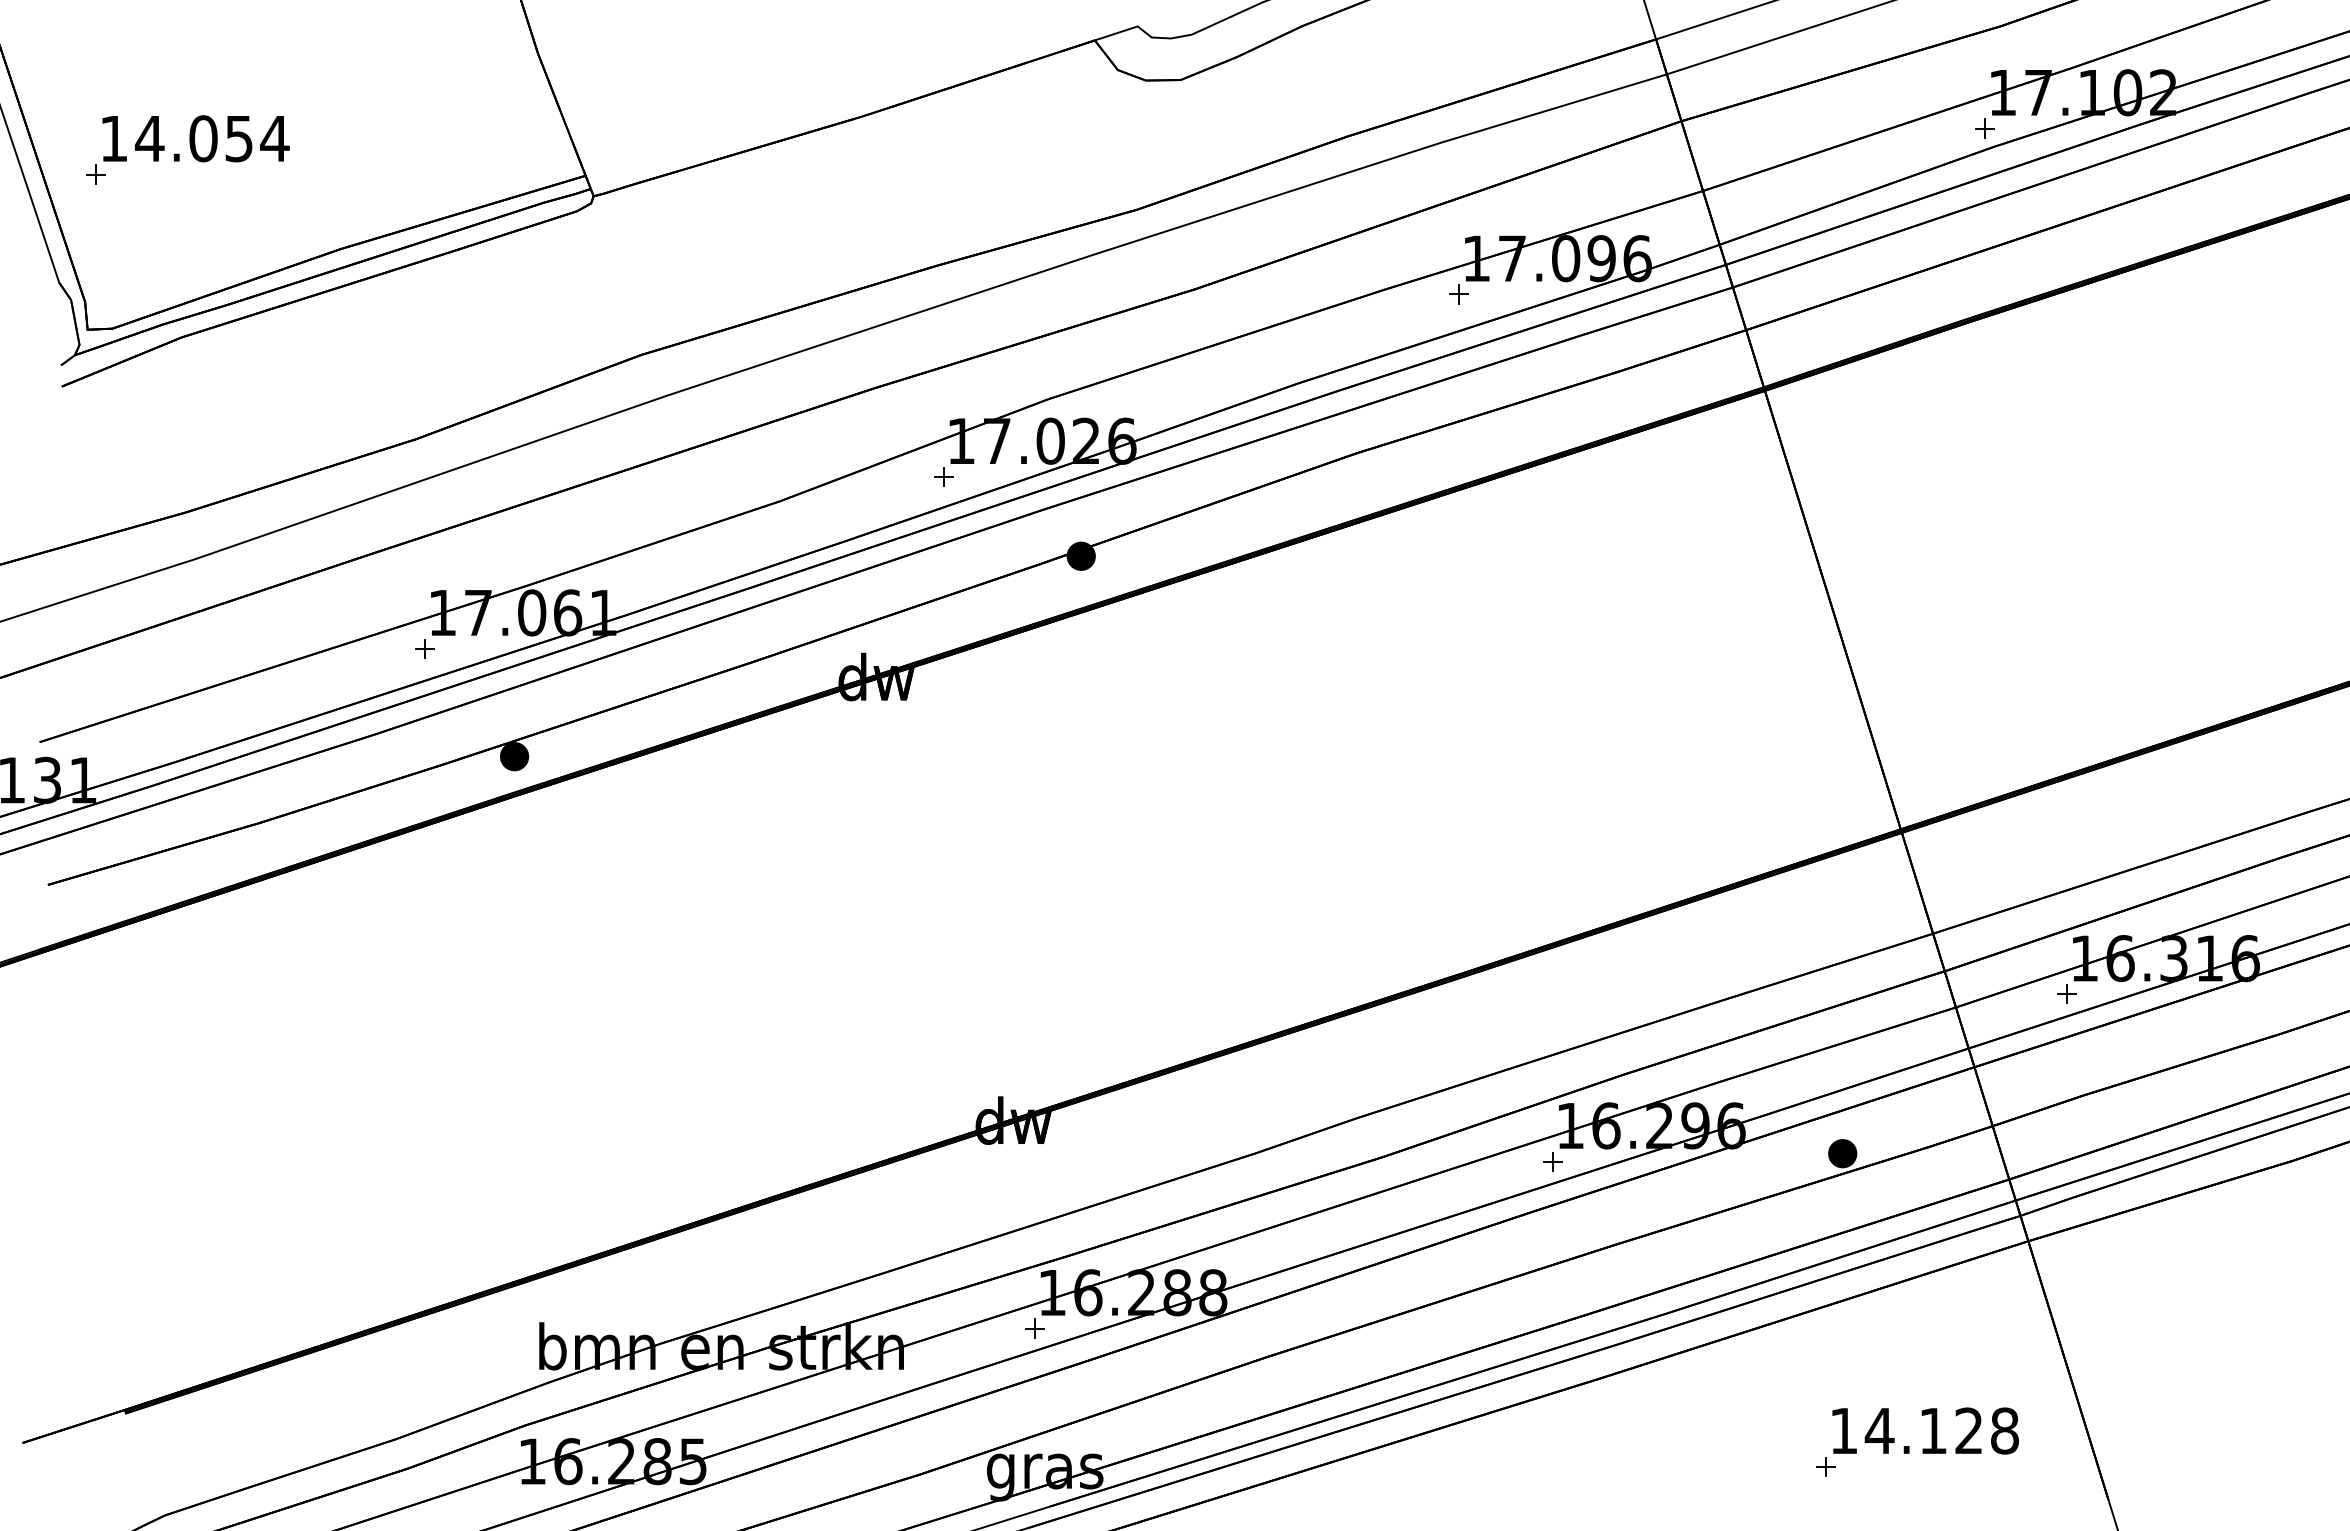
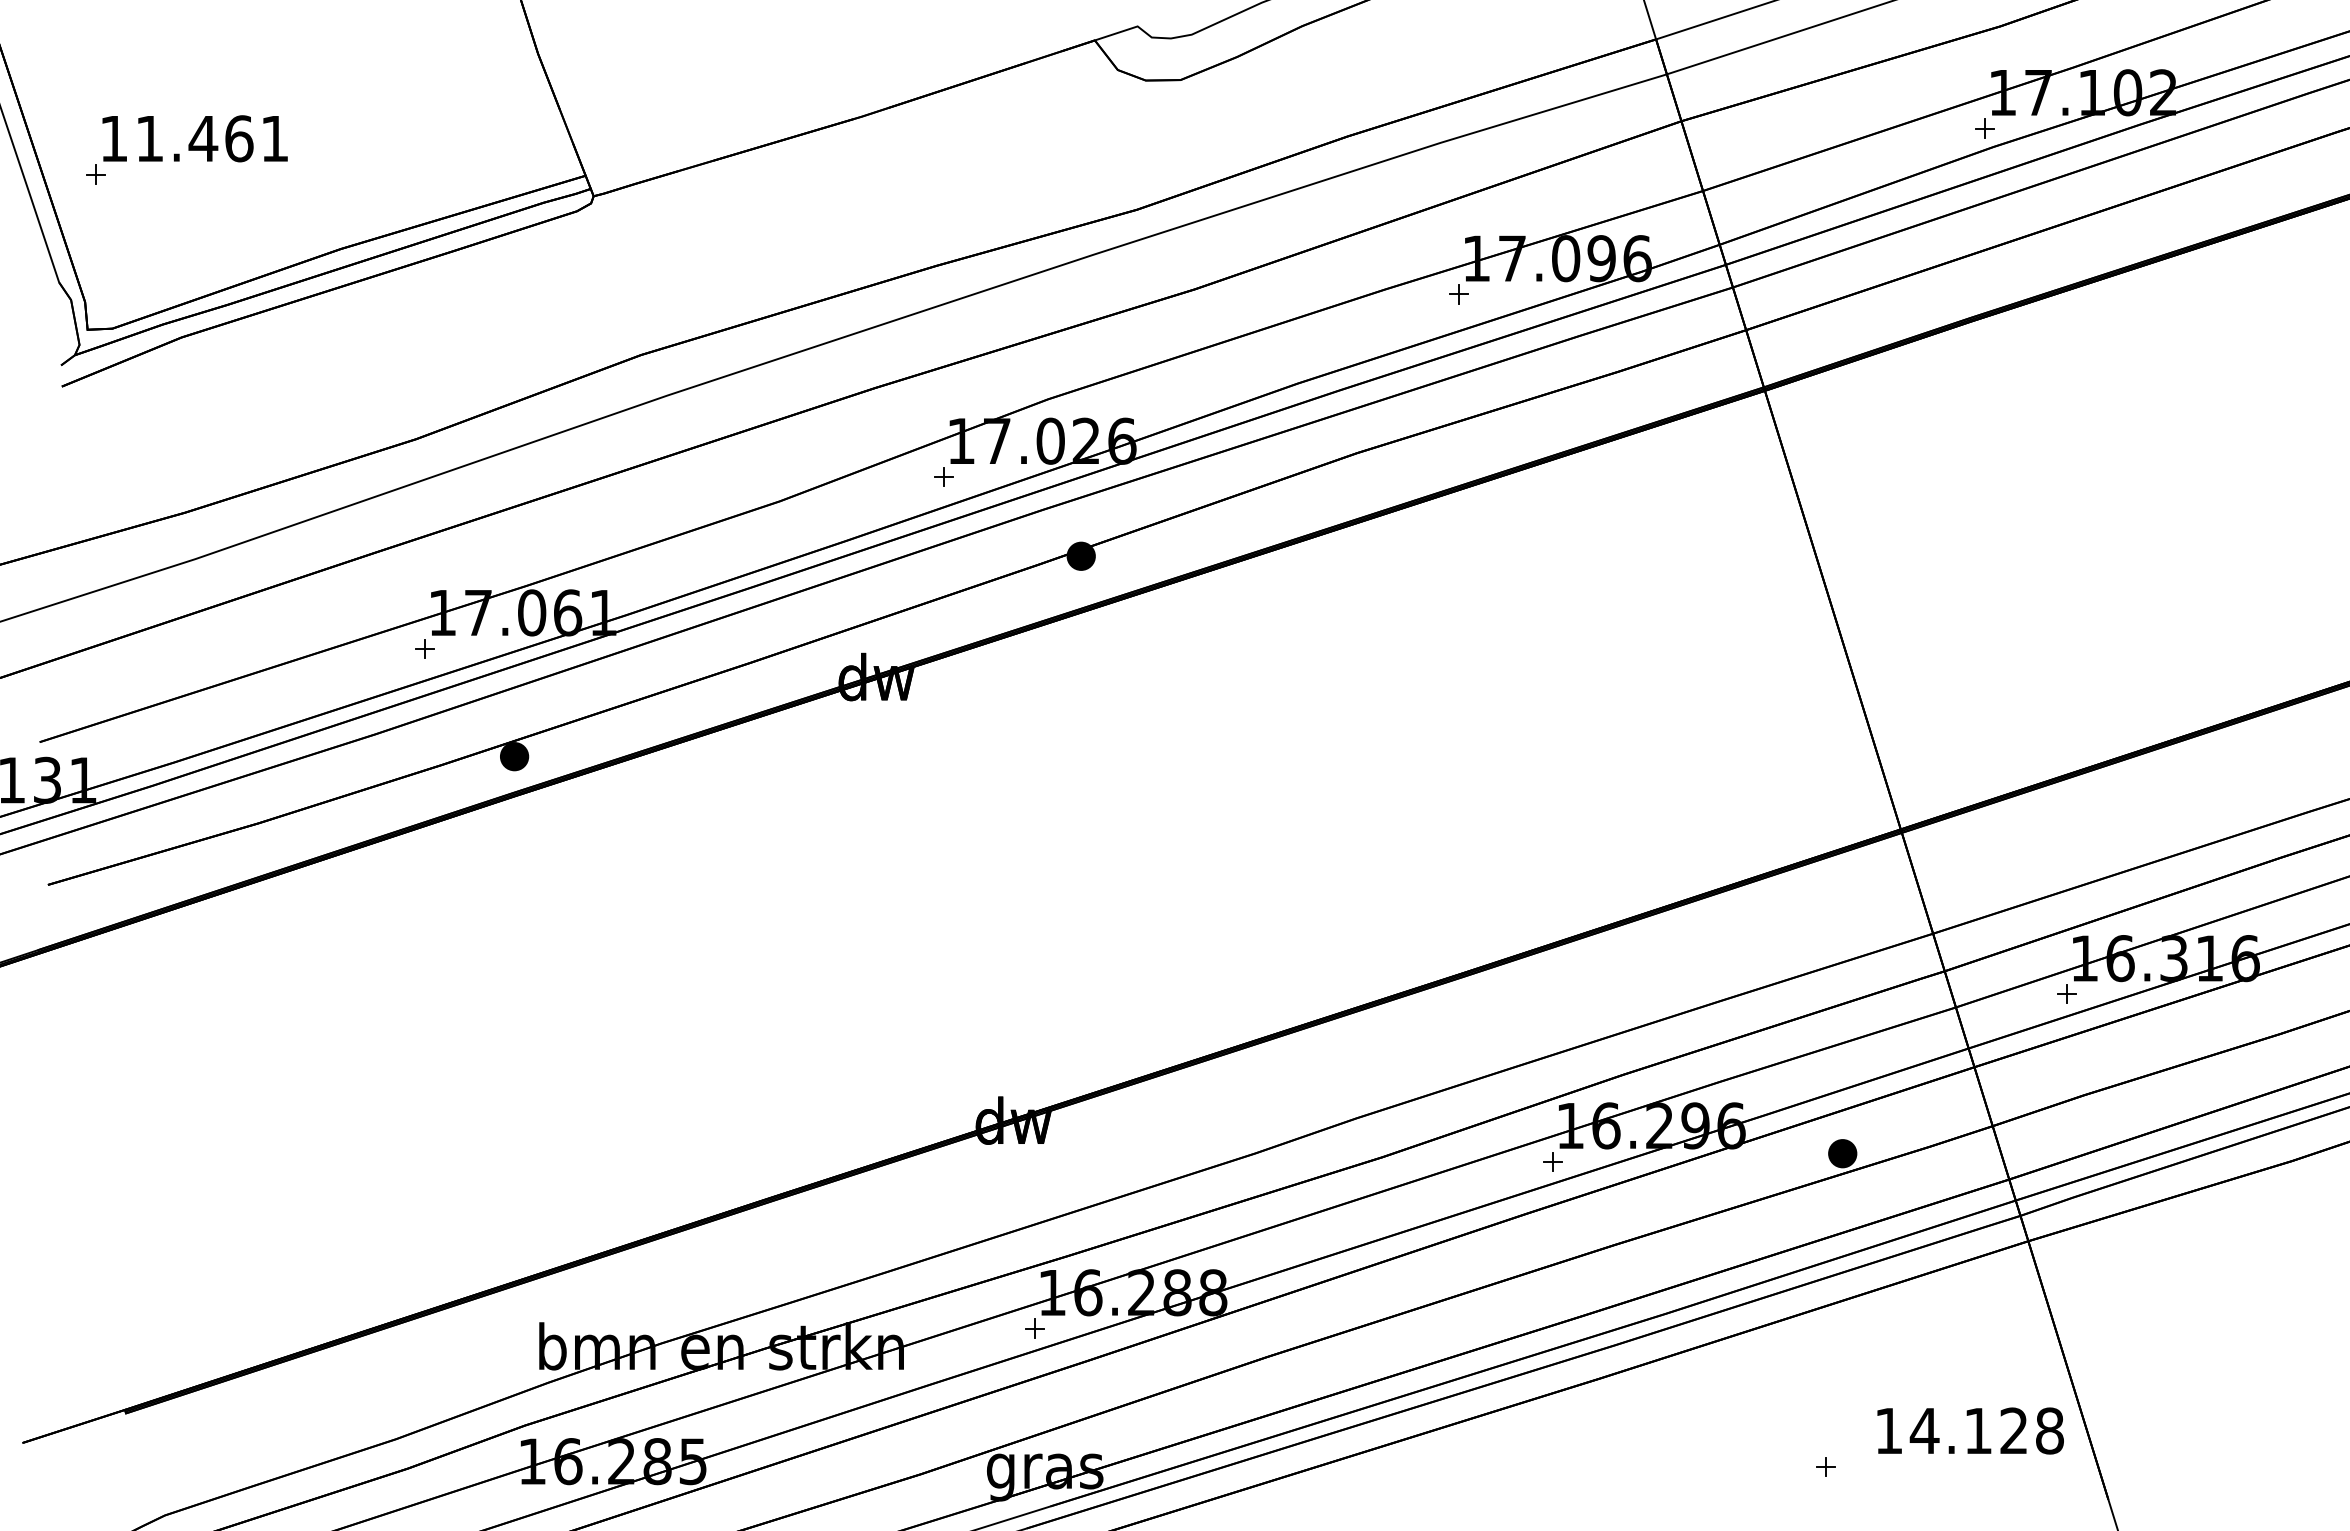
text at (211, 138): 14.054 -> 11.461
text at (1925, 1430) position: (1925, 1430) -> (1970, 1430)
